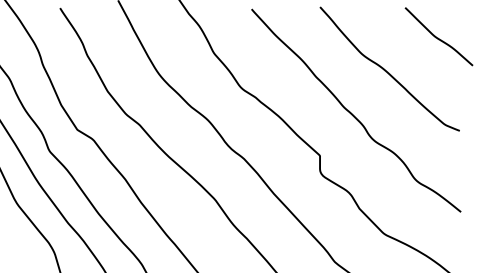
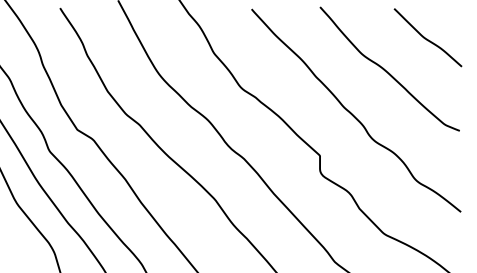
curve at (438, 37) position: (438, 37) -> (427, 38)
